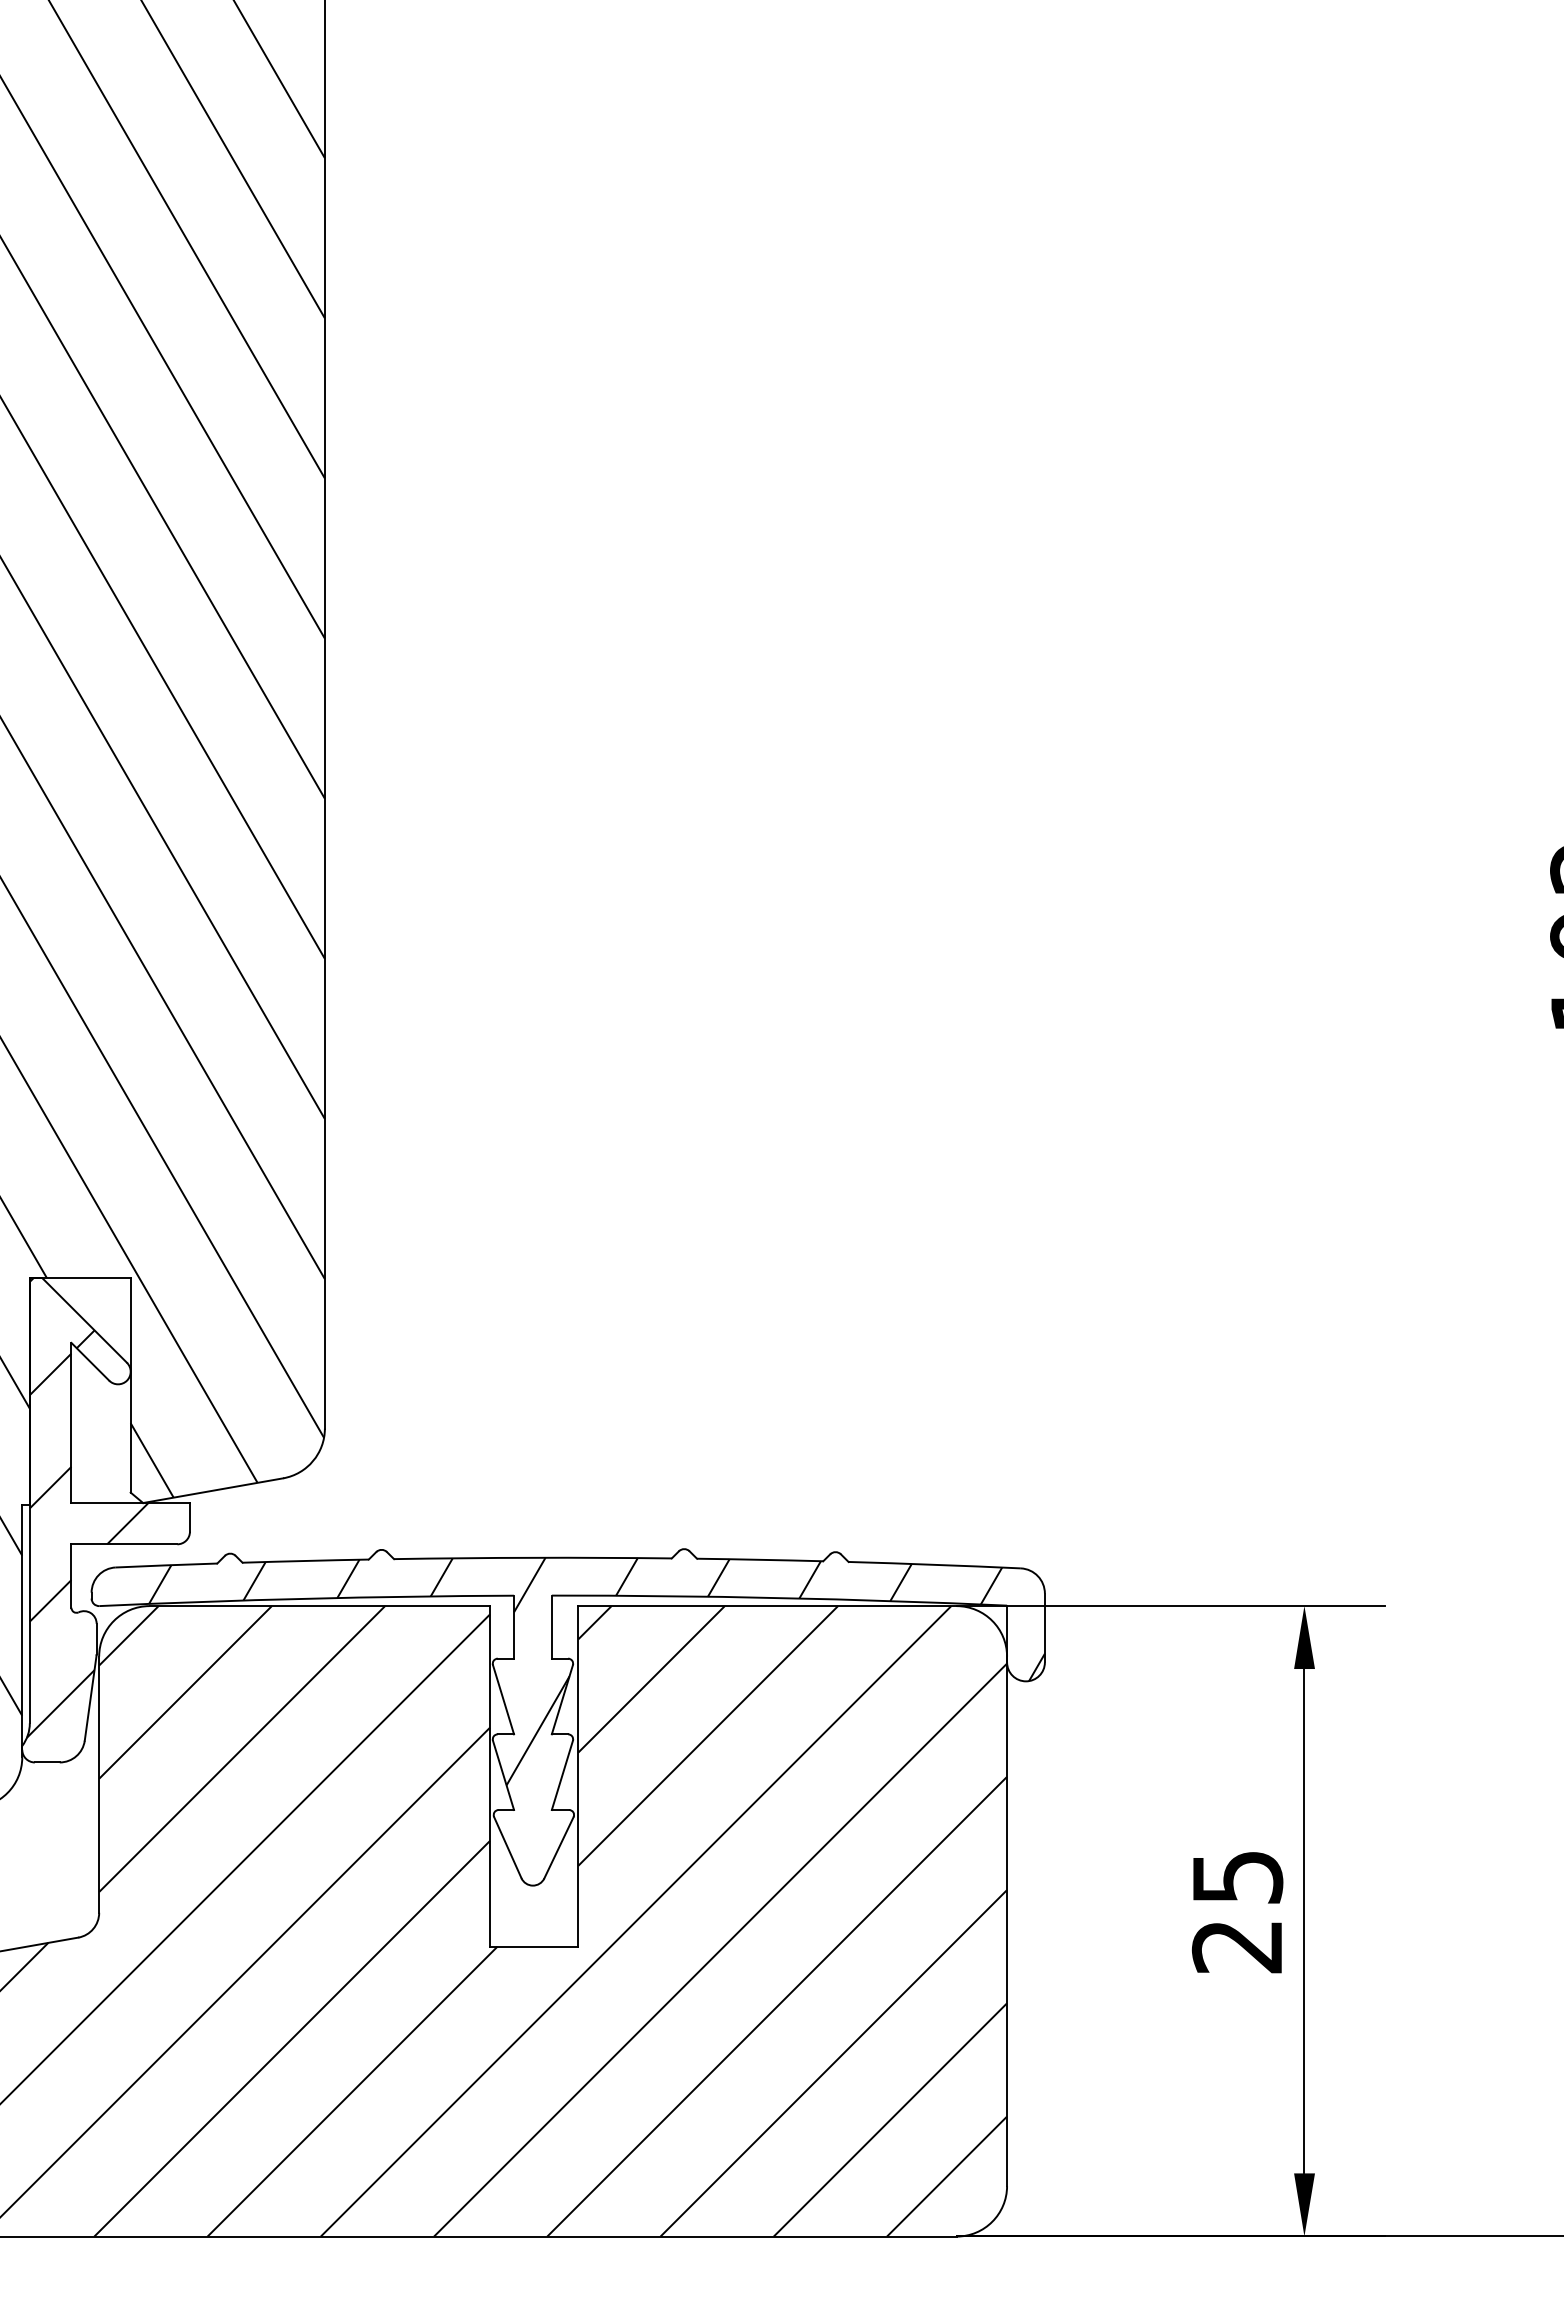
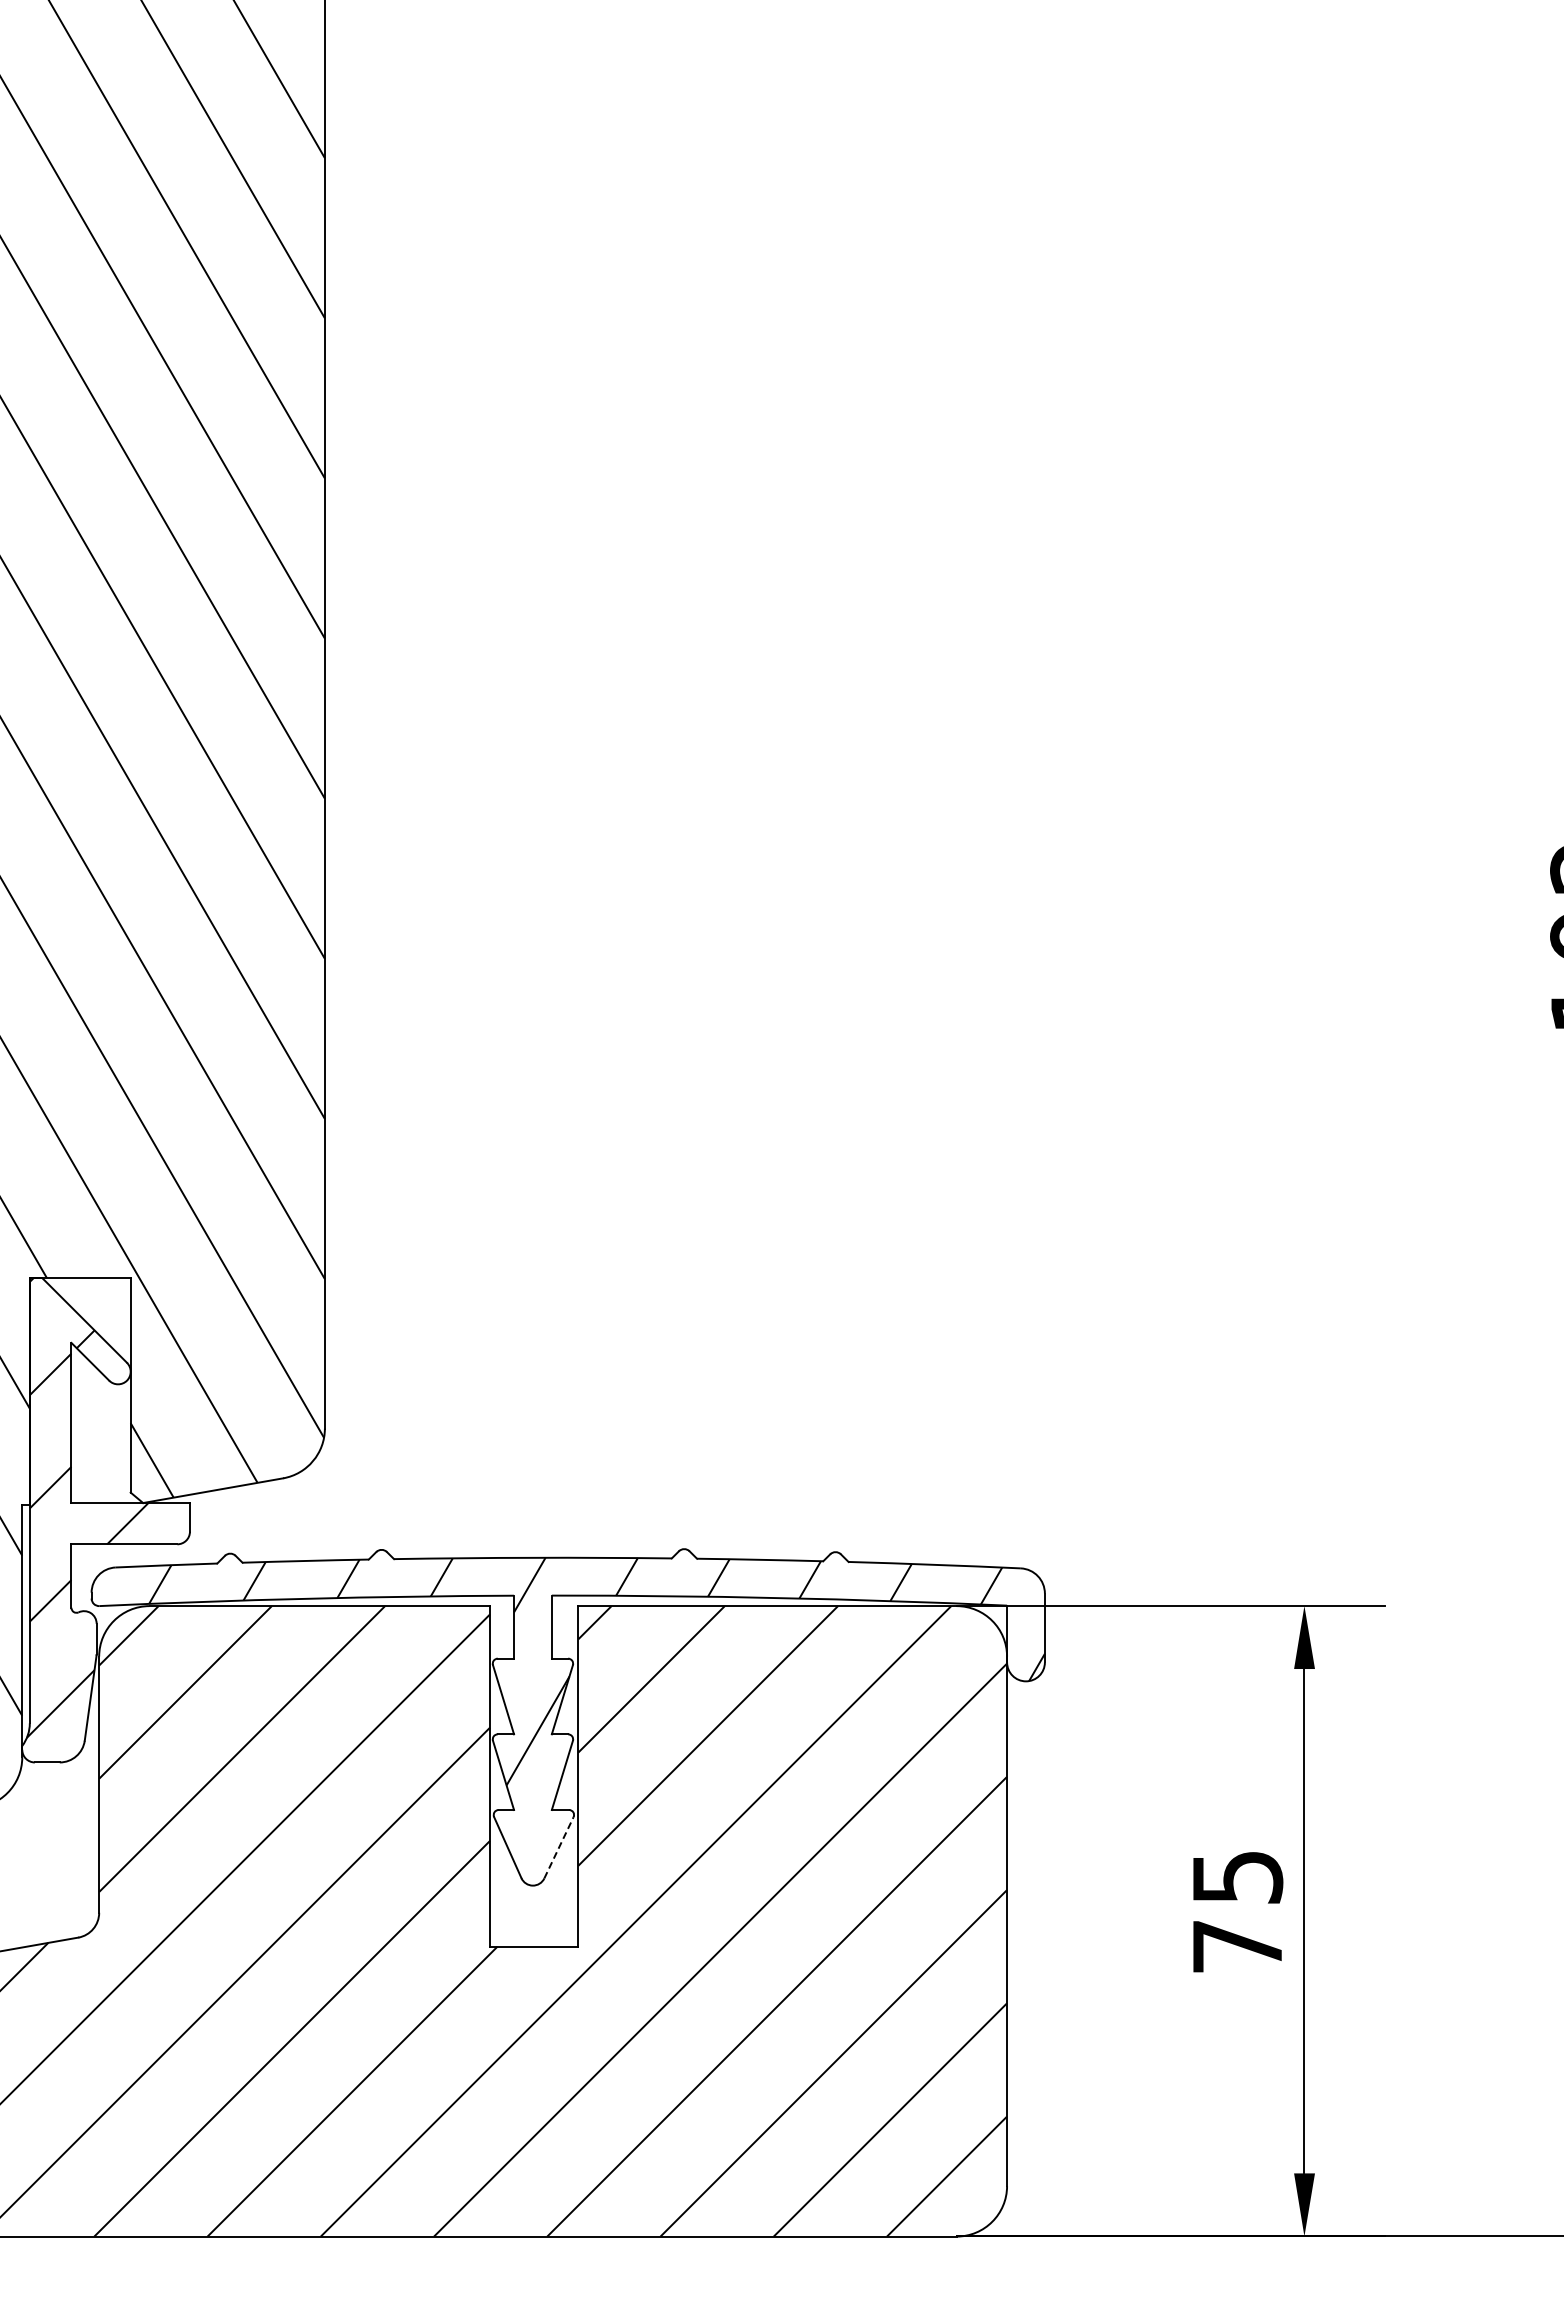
line at (558, 1847): solid -> dashed
text at (1236, 1947): 25 -> 75
